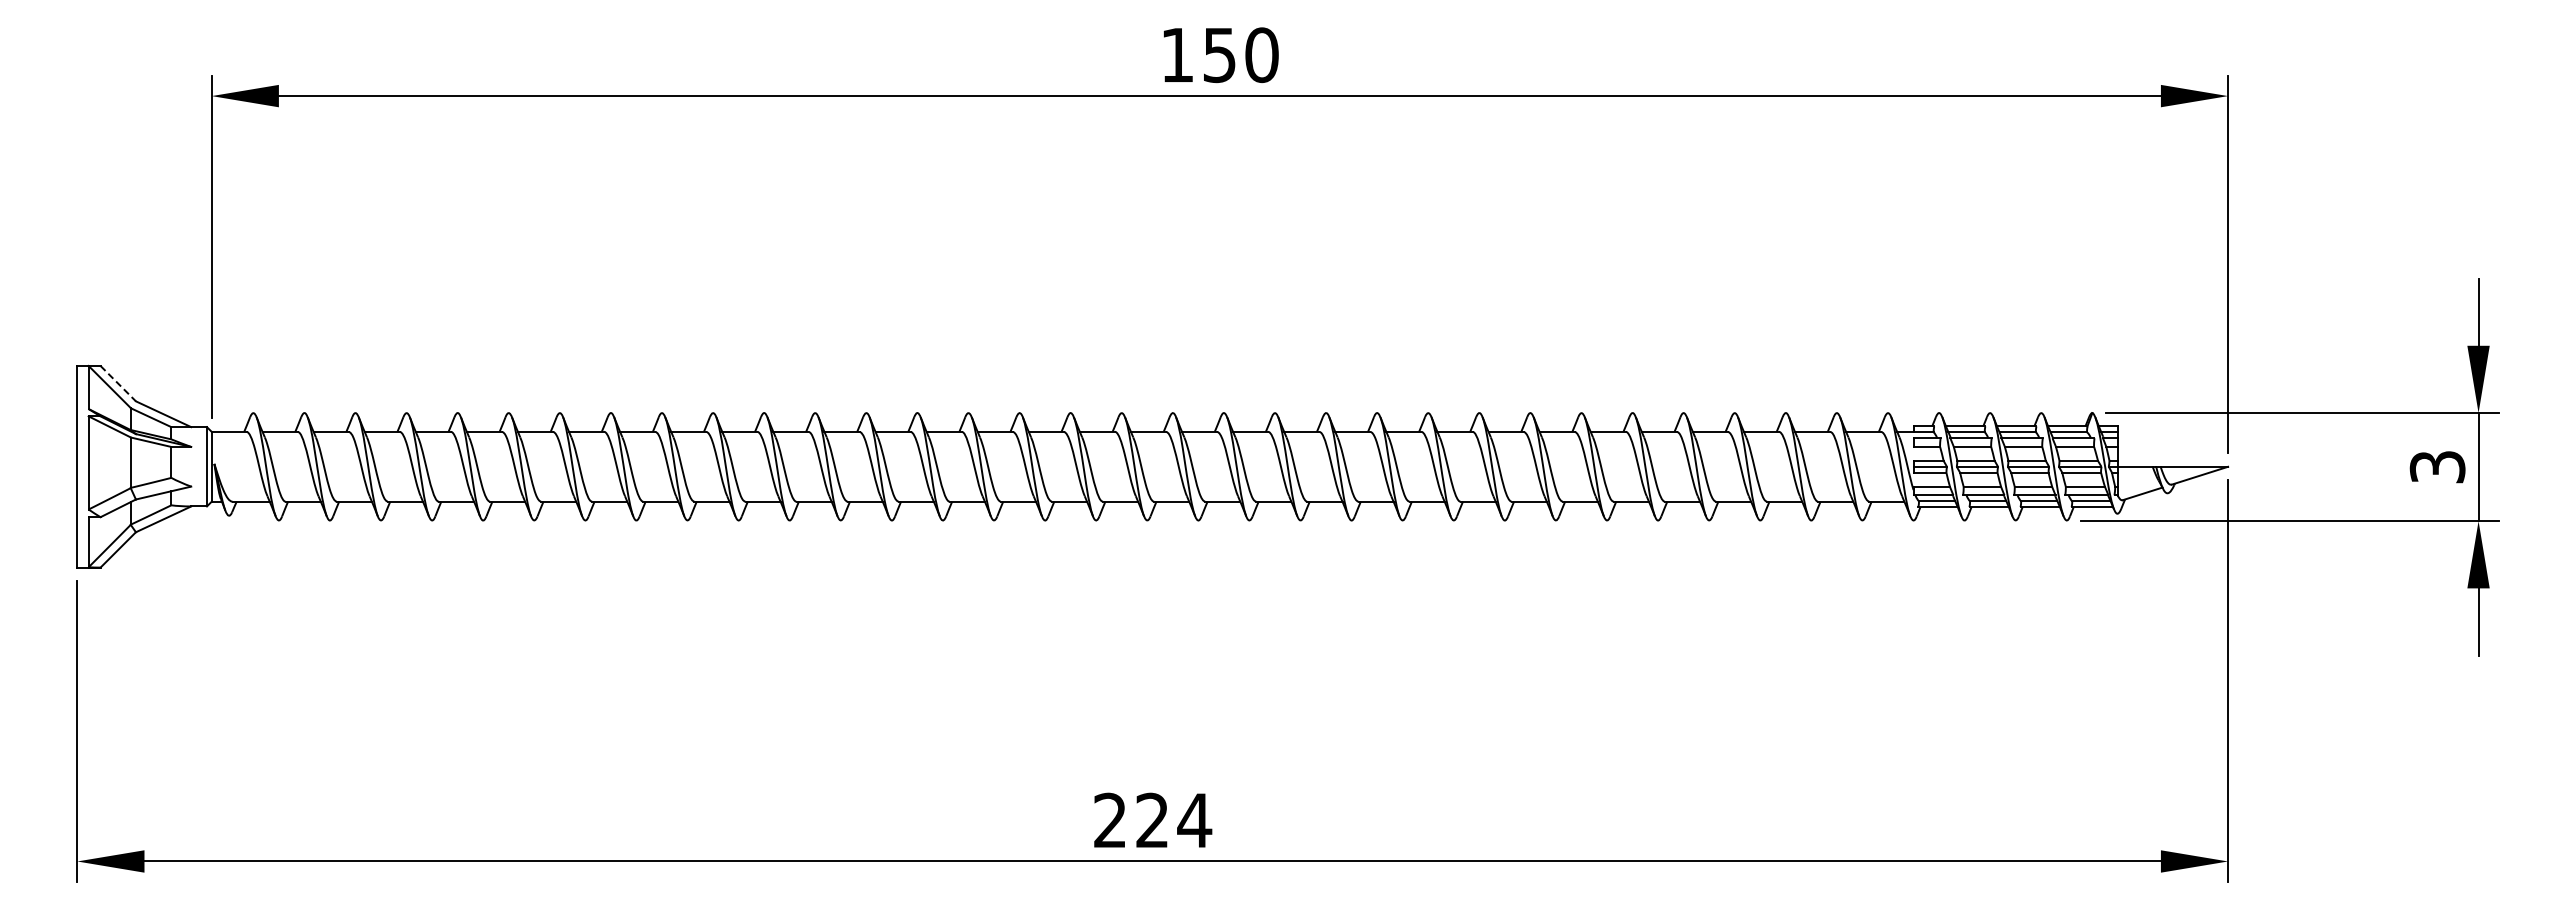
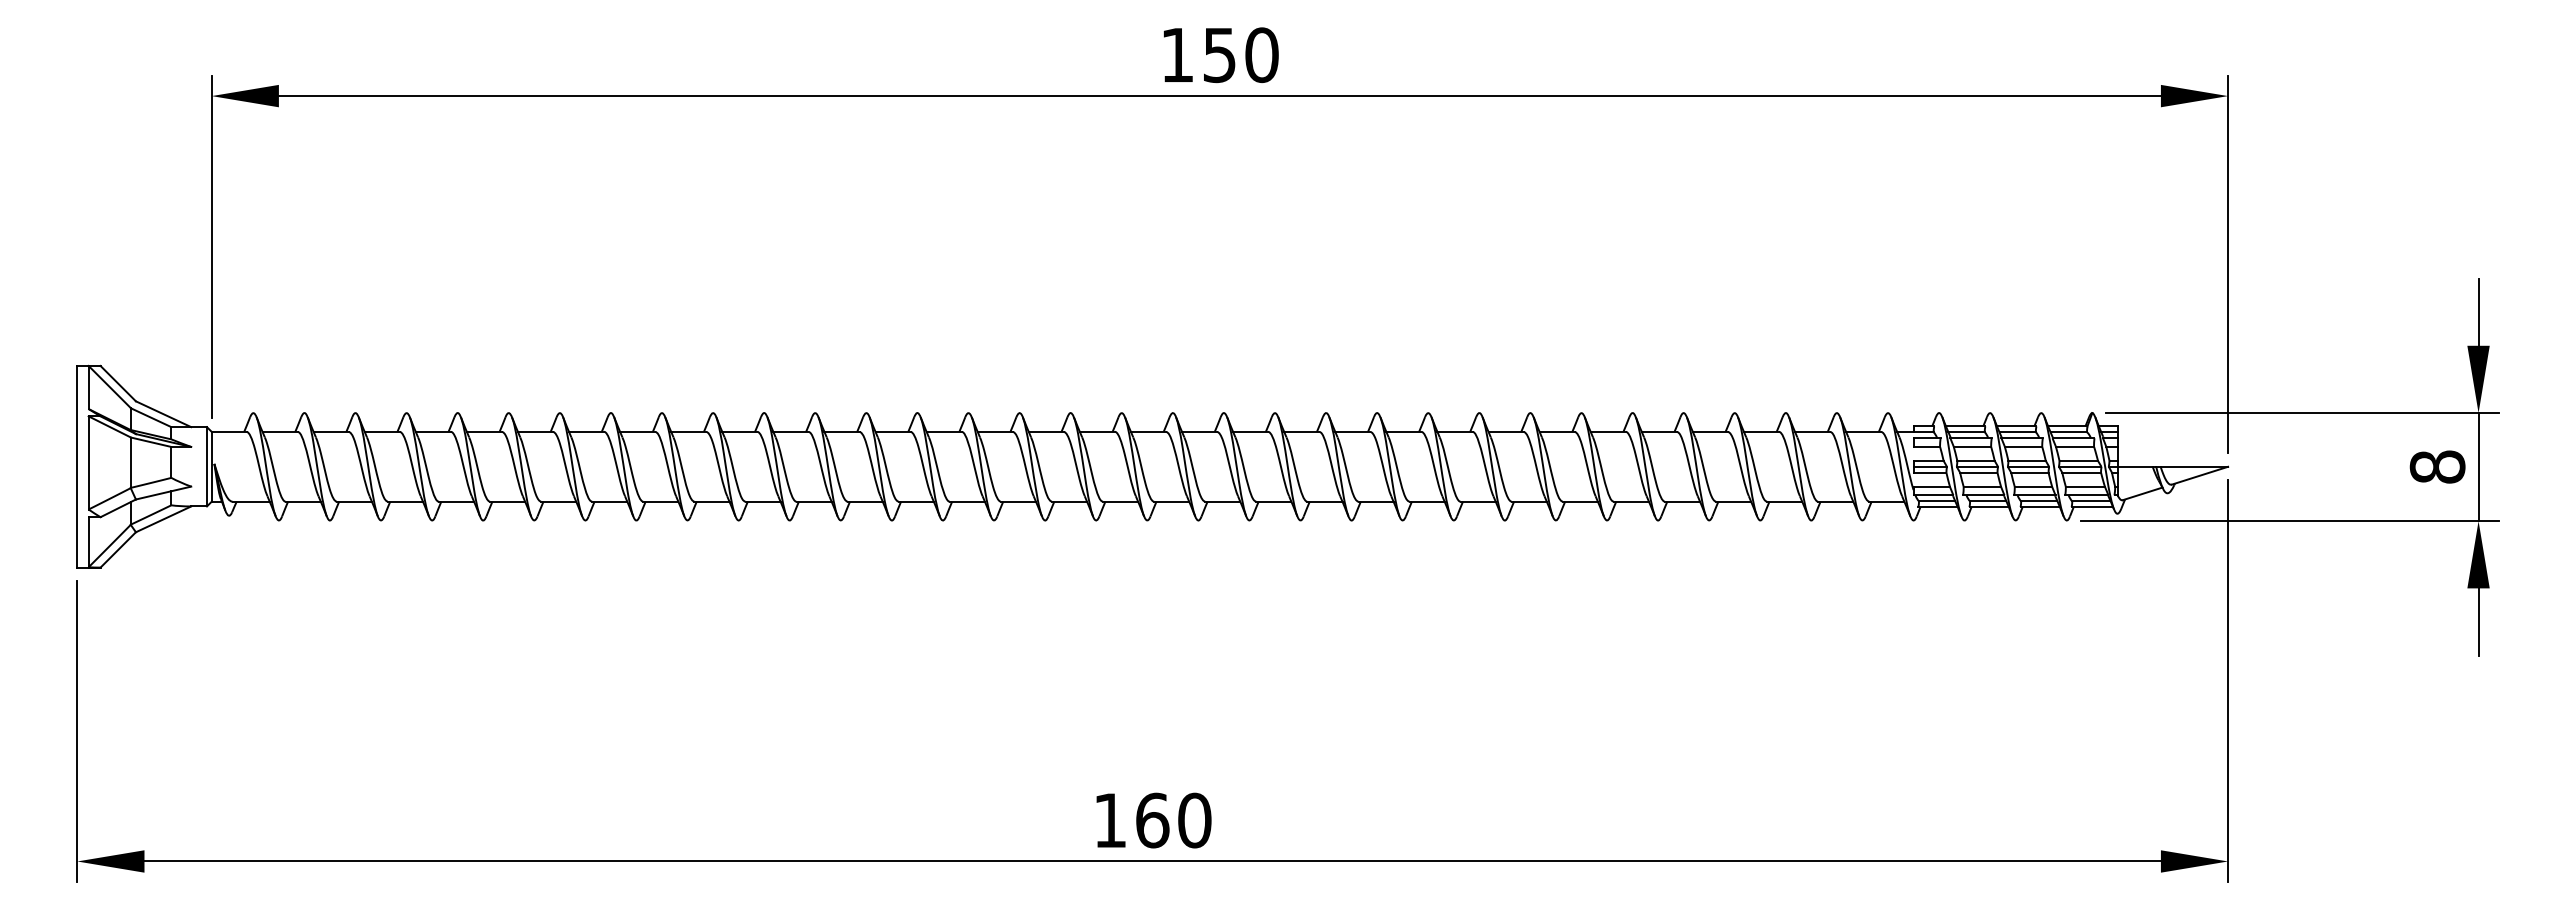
line at (118, 384): dashed -> solid
text at (2437, 466): 3 -> 8
text at (1153, 820): 224 -> 160
